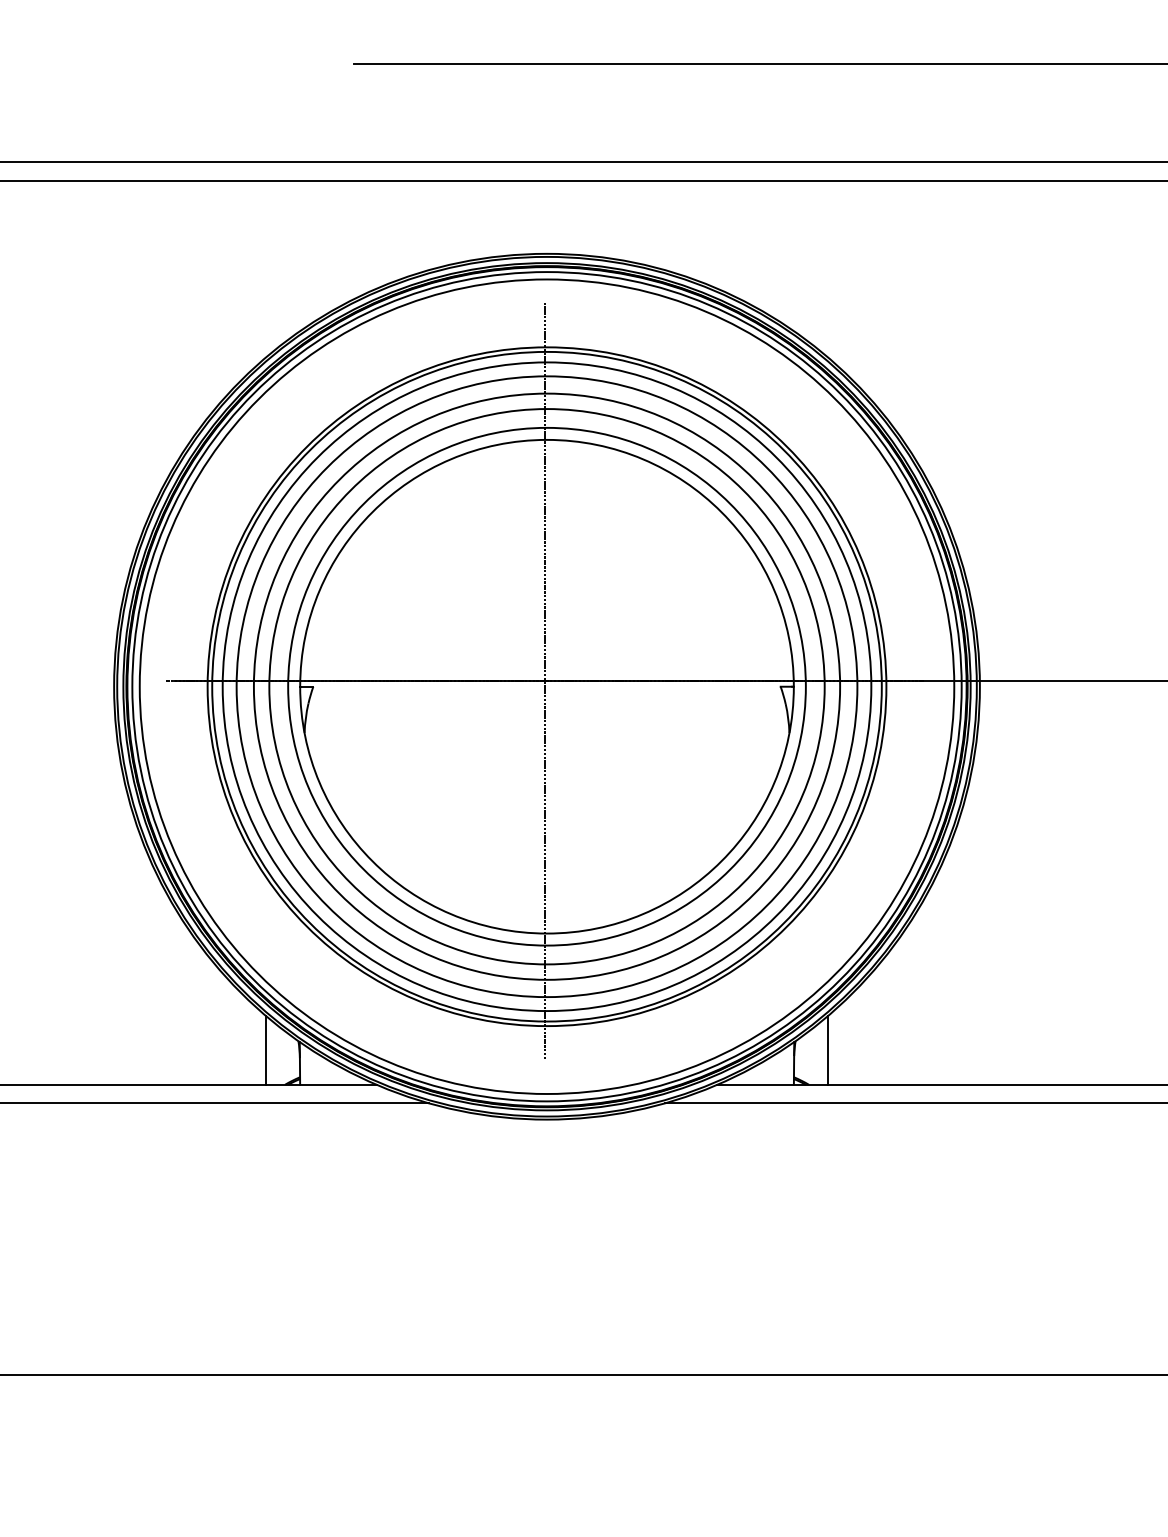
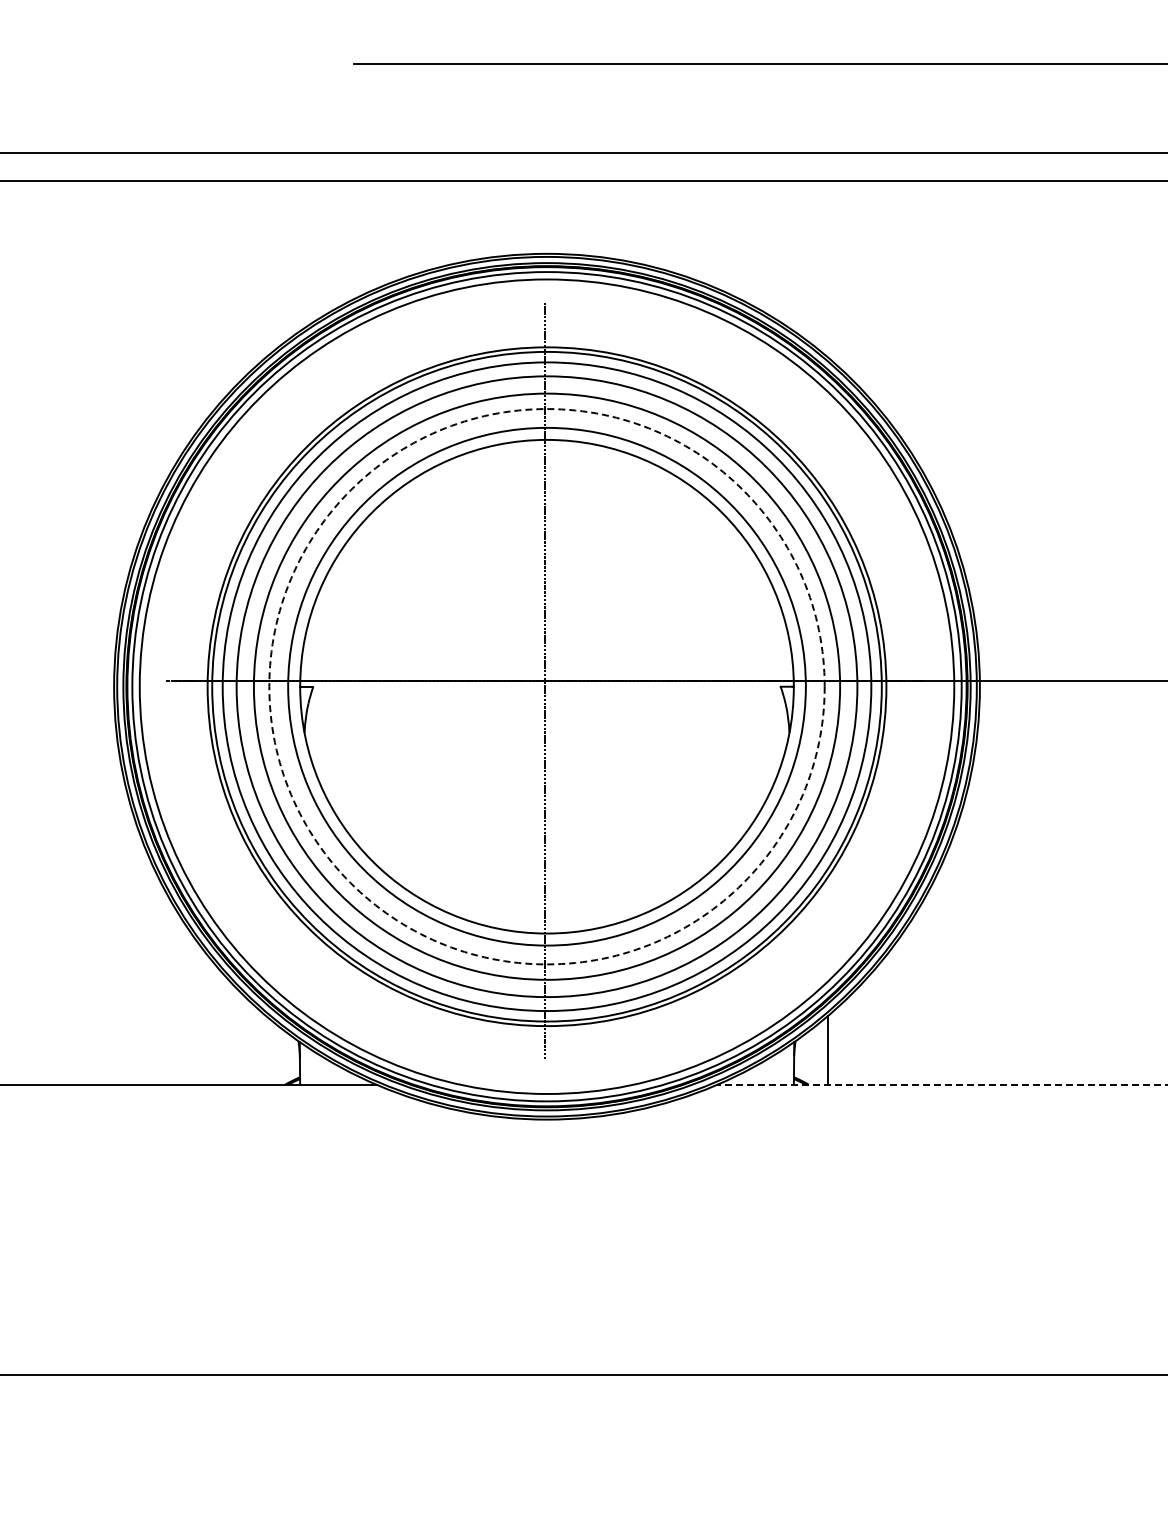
line at (583, 162) position: (583, 162) -> (583, 153)
circle at (546, 686): solid -> dashed
line at (266, 1050): present -> none
line at (942, 1084): solid -> dashed
line at (215, 1103): present -> none
line at (914, 1103): present -> none
